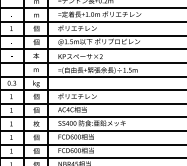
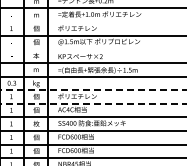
line at (92, 22): present -> none
line at (92, 49): present -> none
line at (93, 90): solid -> dashed
line at (93, 103): solid -> dashed
